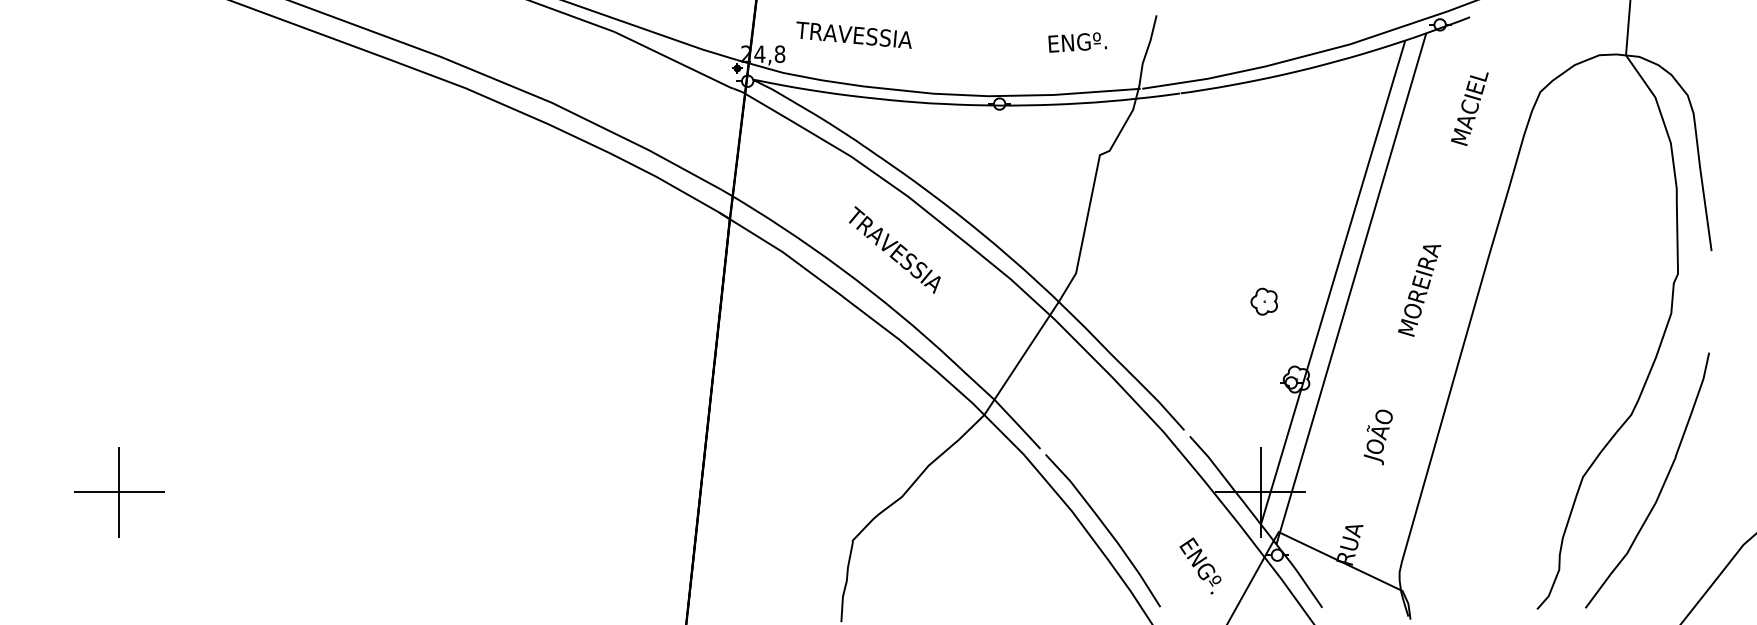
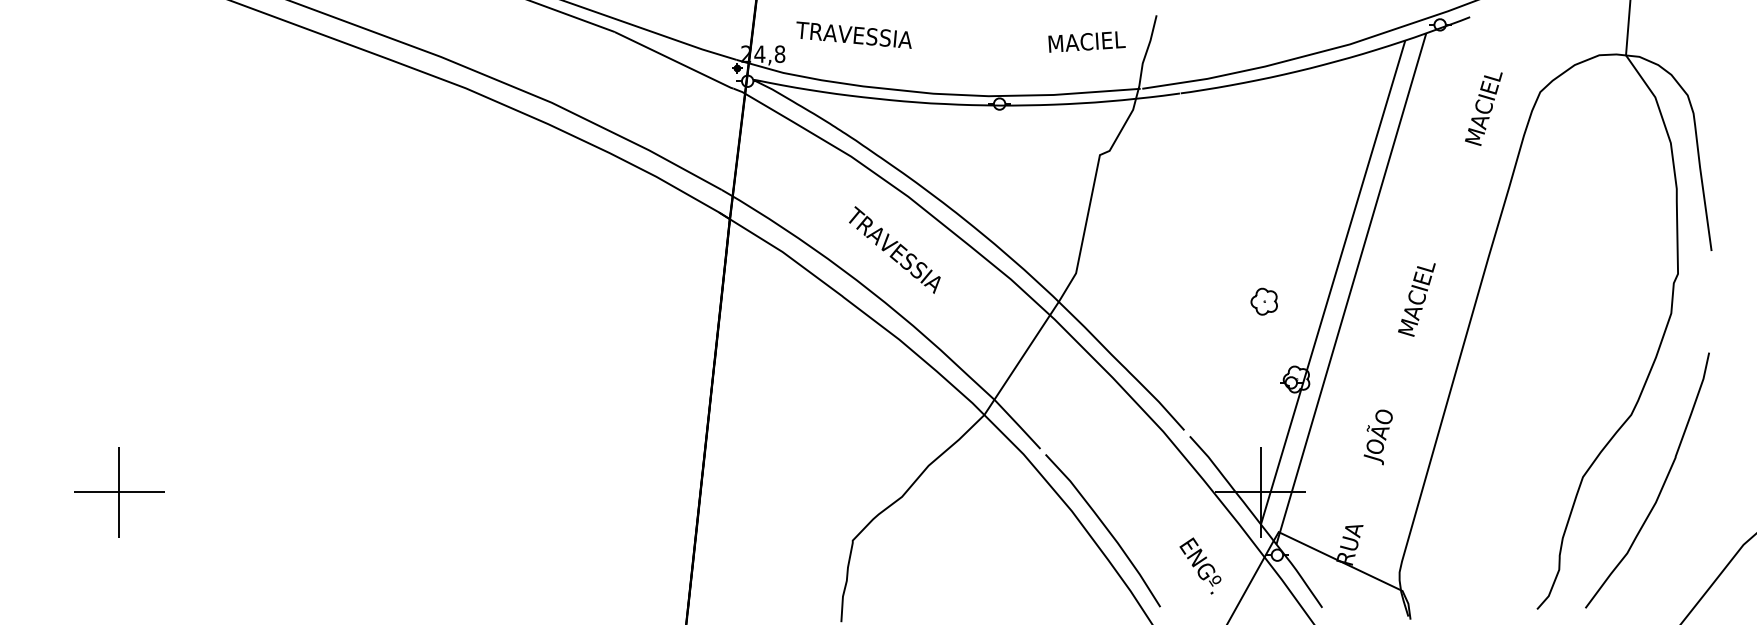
text at (1087, 41): ENGº. -> MACIEL
text at (1469, 108) position: (1469, 108) -> (1483, 108)
text at (1422, 283): MOREIRA -> MACIEL
